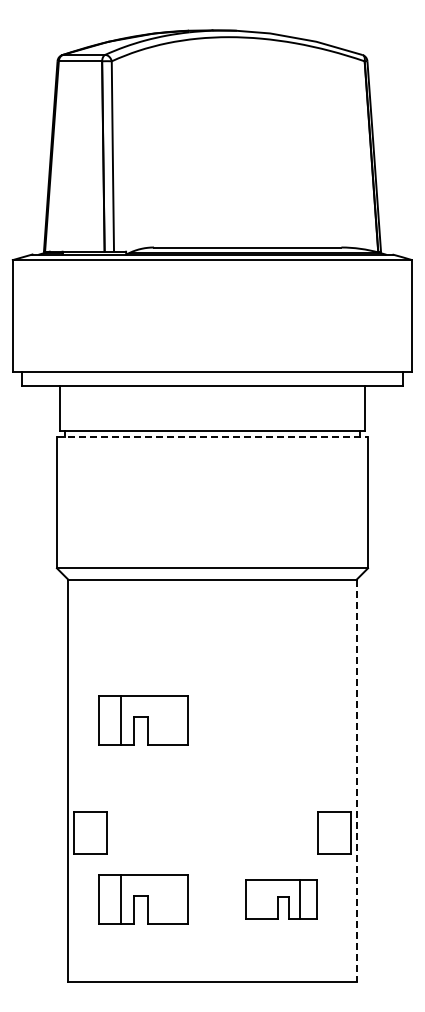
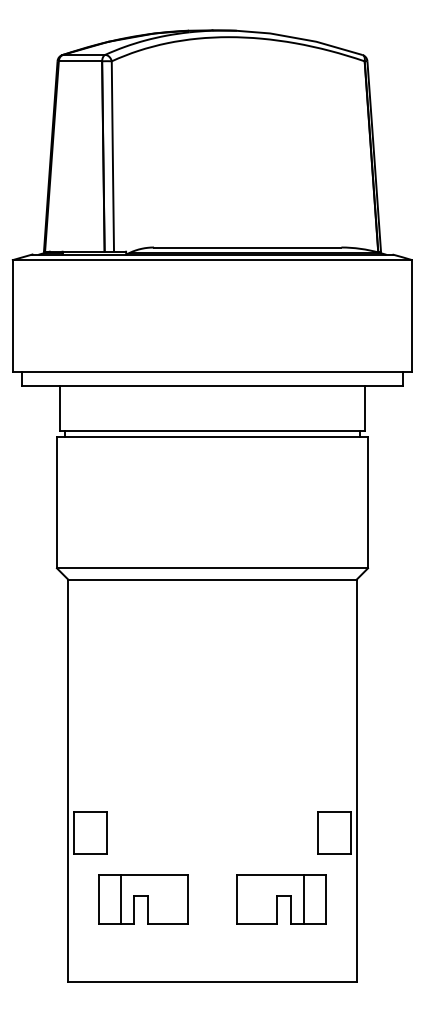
line at (212, 436): dashed -> solid
part at (143, 720): present -> none
line at (356, 781): dashed -> solid
part at (281, 899) size: 73x41 px -> 91x51 px
